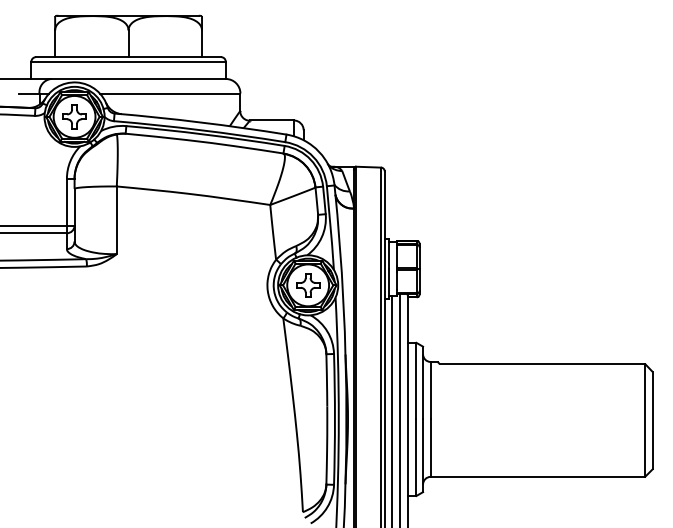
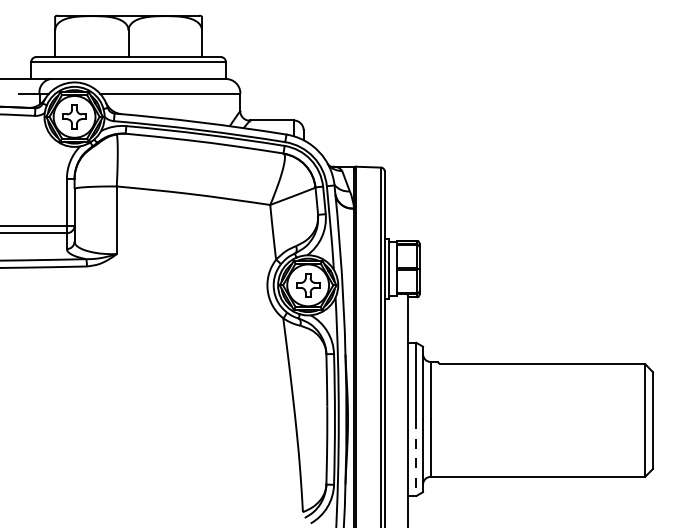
line at (400, 408): present -> none
line at (392, 409): present -> none
line at (416, 458): solid -> dashed
